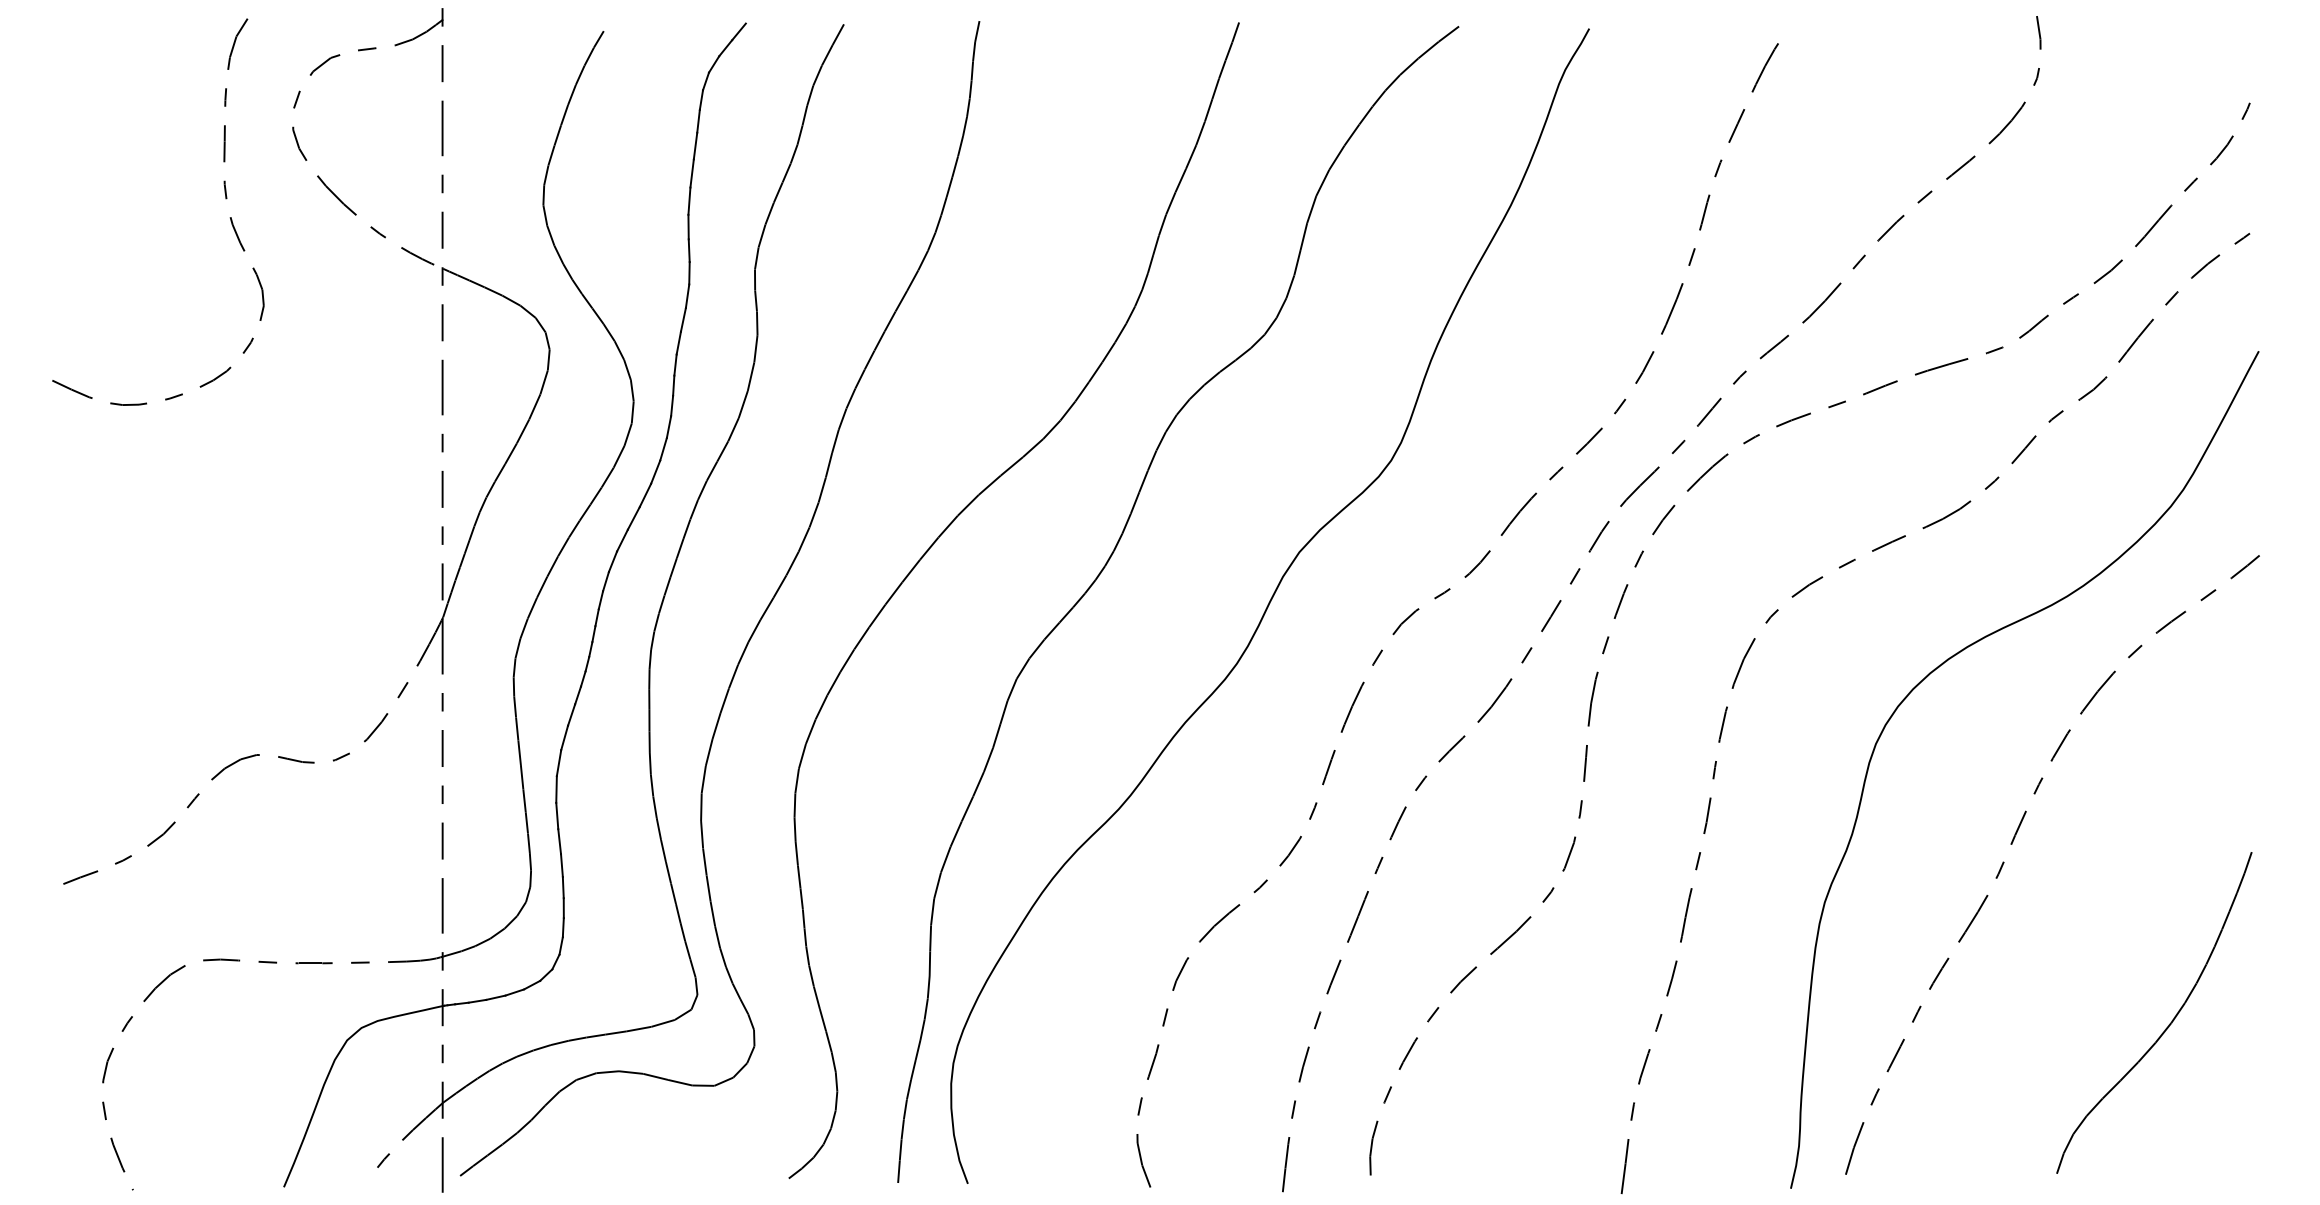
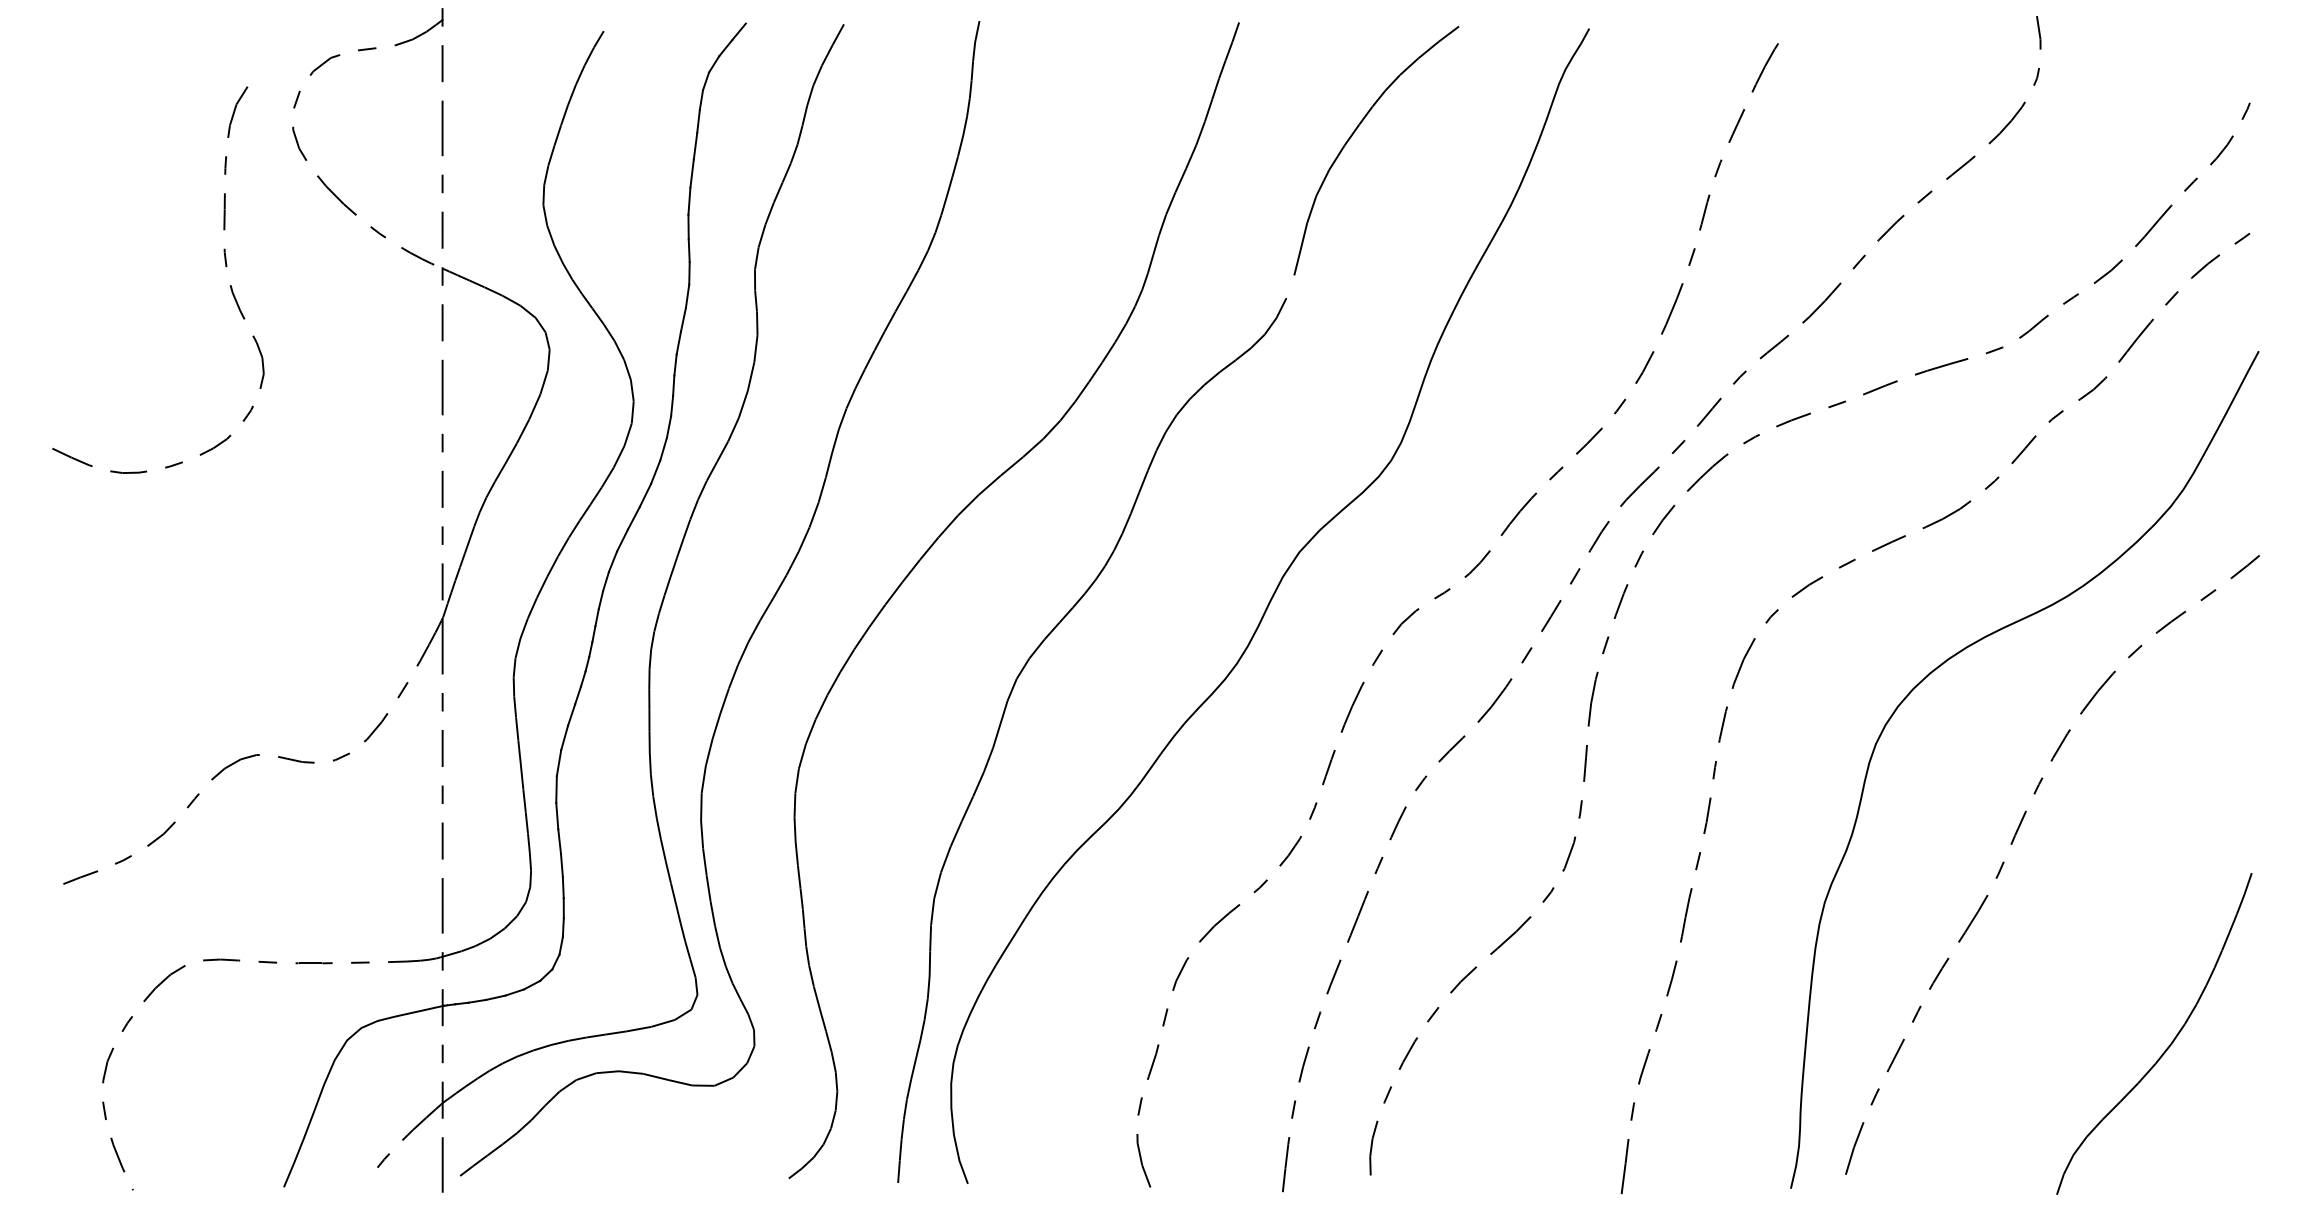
curve at (225, 199) position: (225, 199) -> (225, 267)
line at (1290, 286): present -> none
part at (2168, 1024) position: (2168, 1024) -> (2168, 1045)
